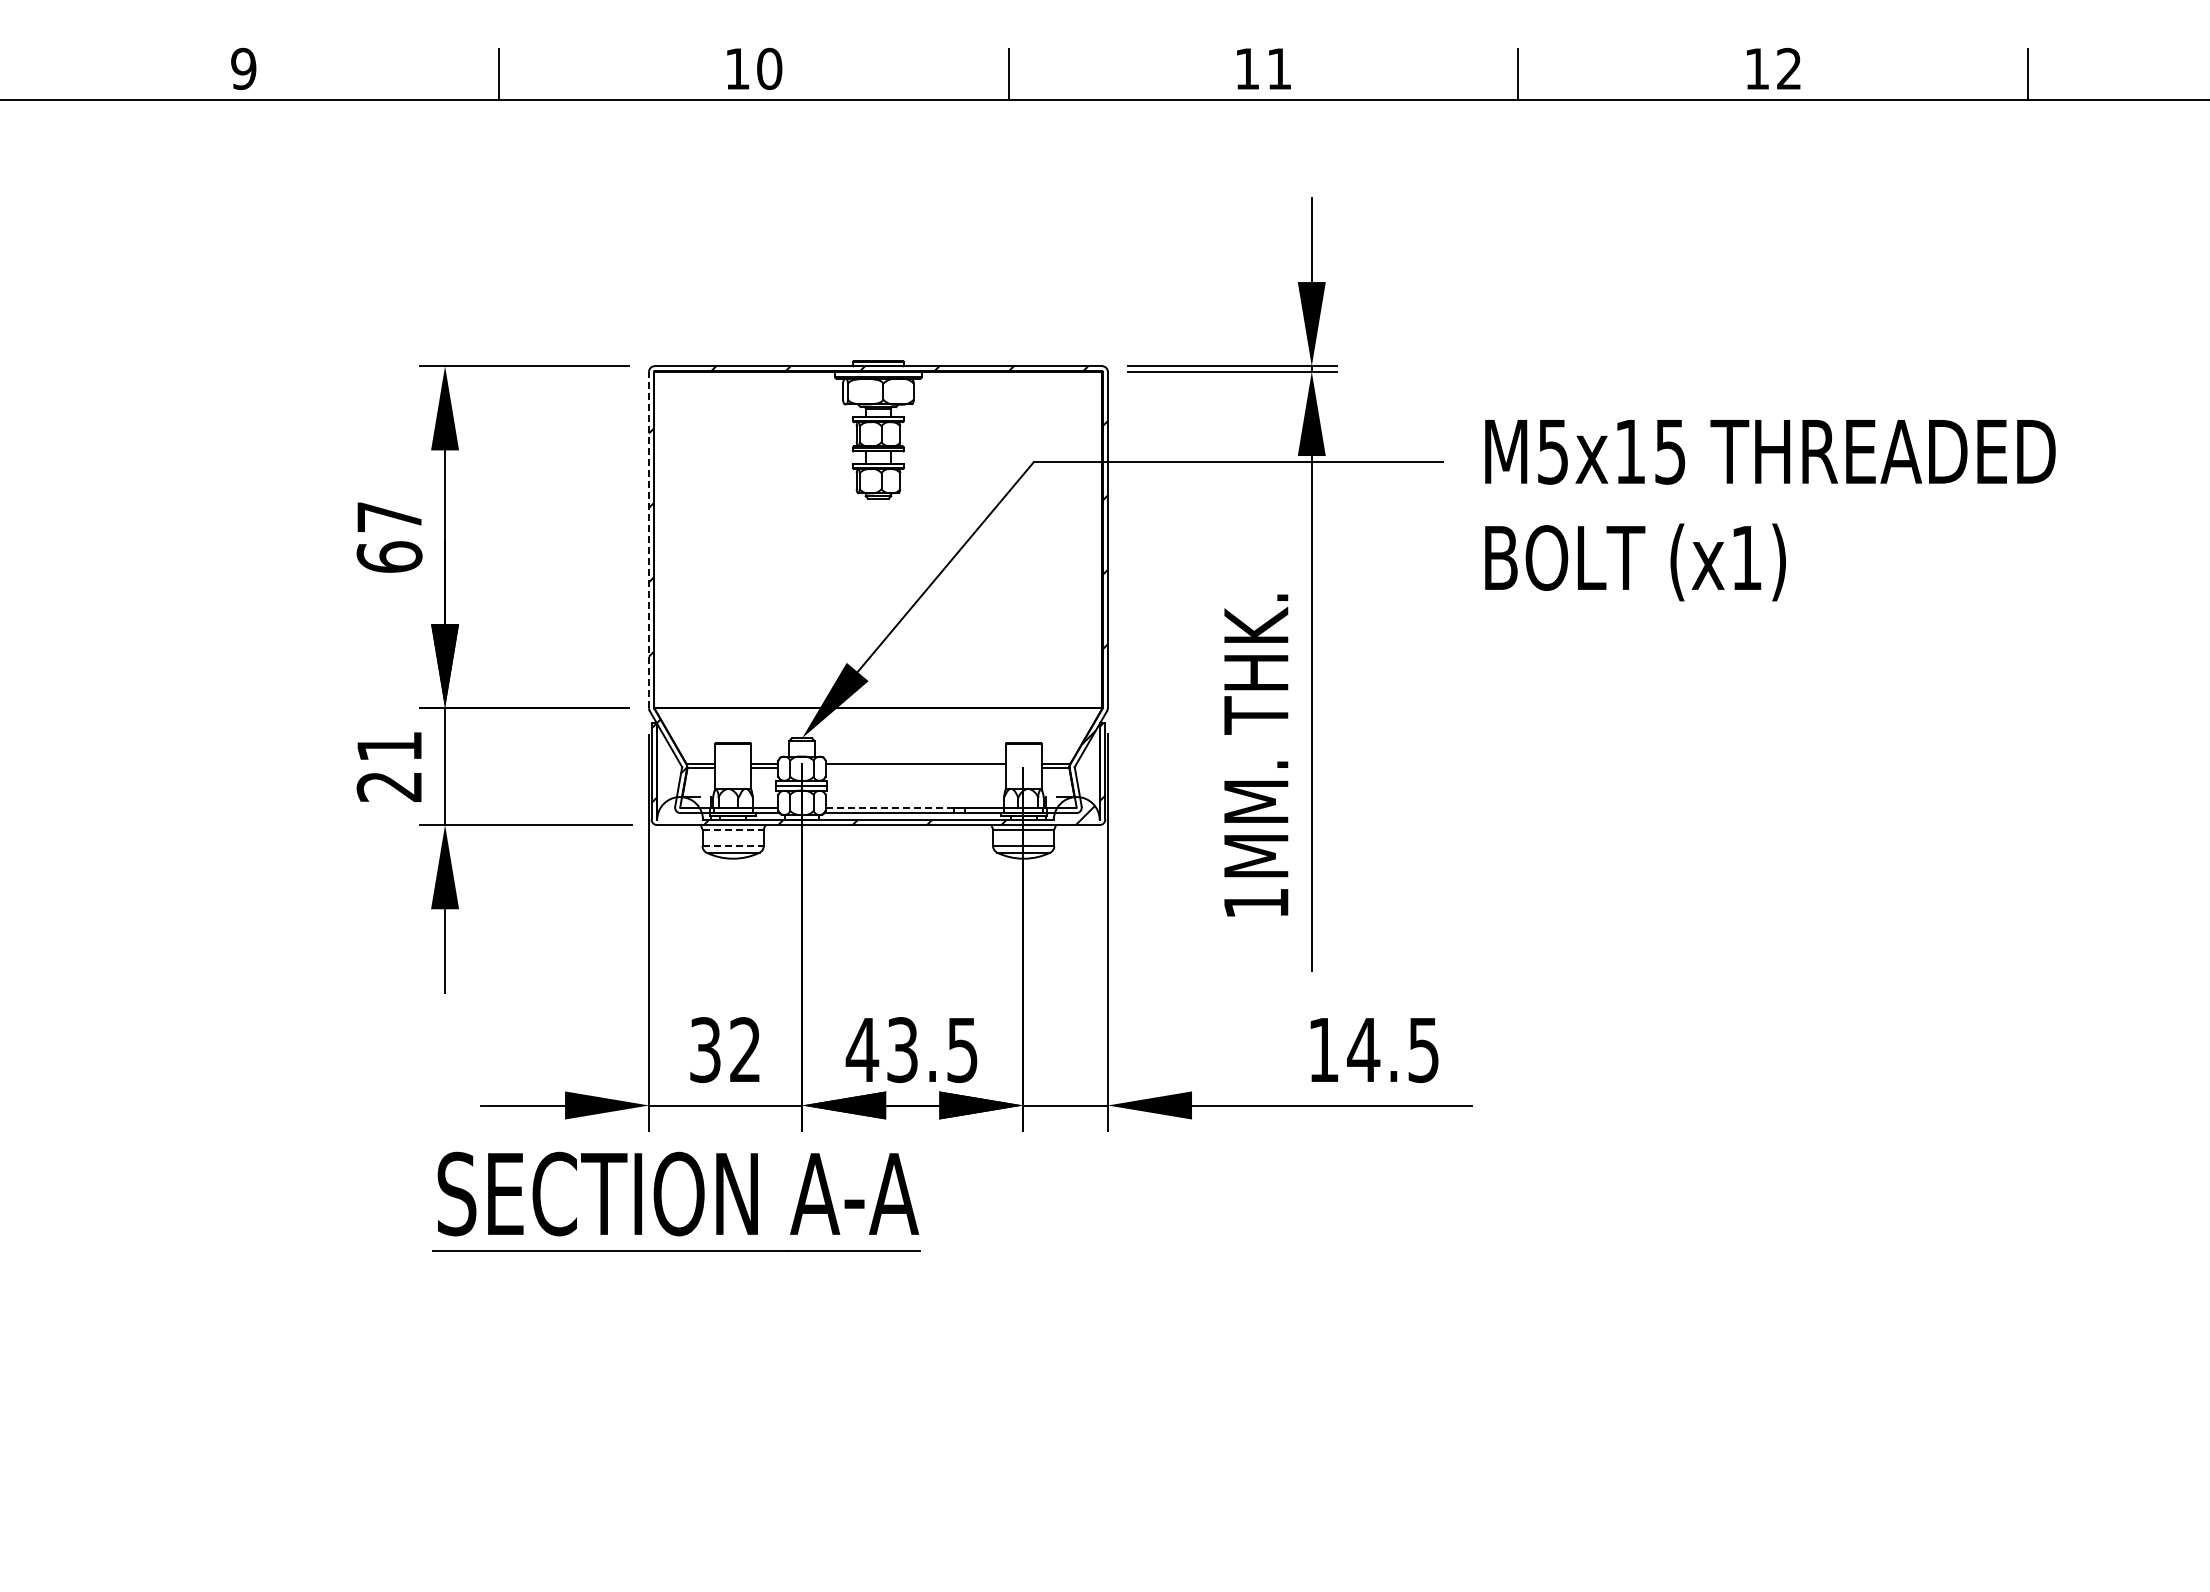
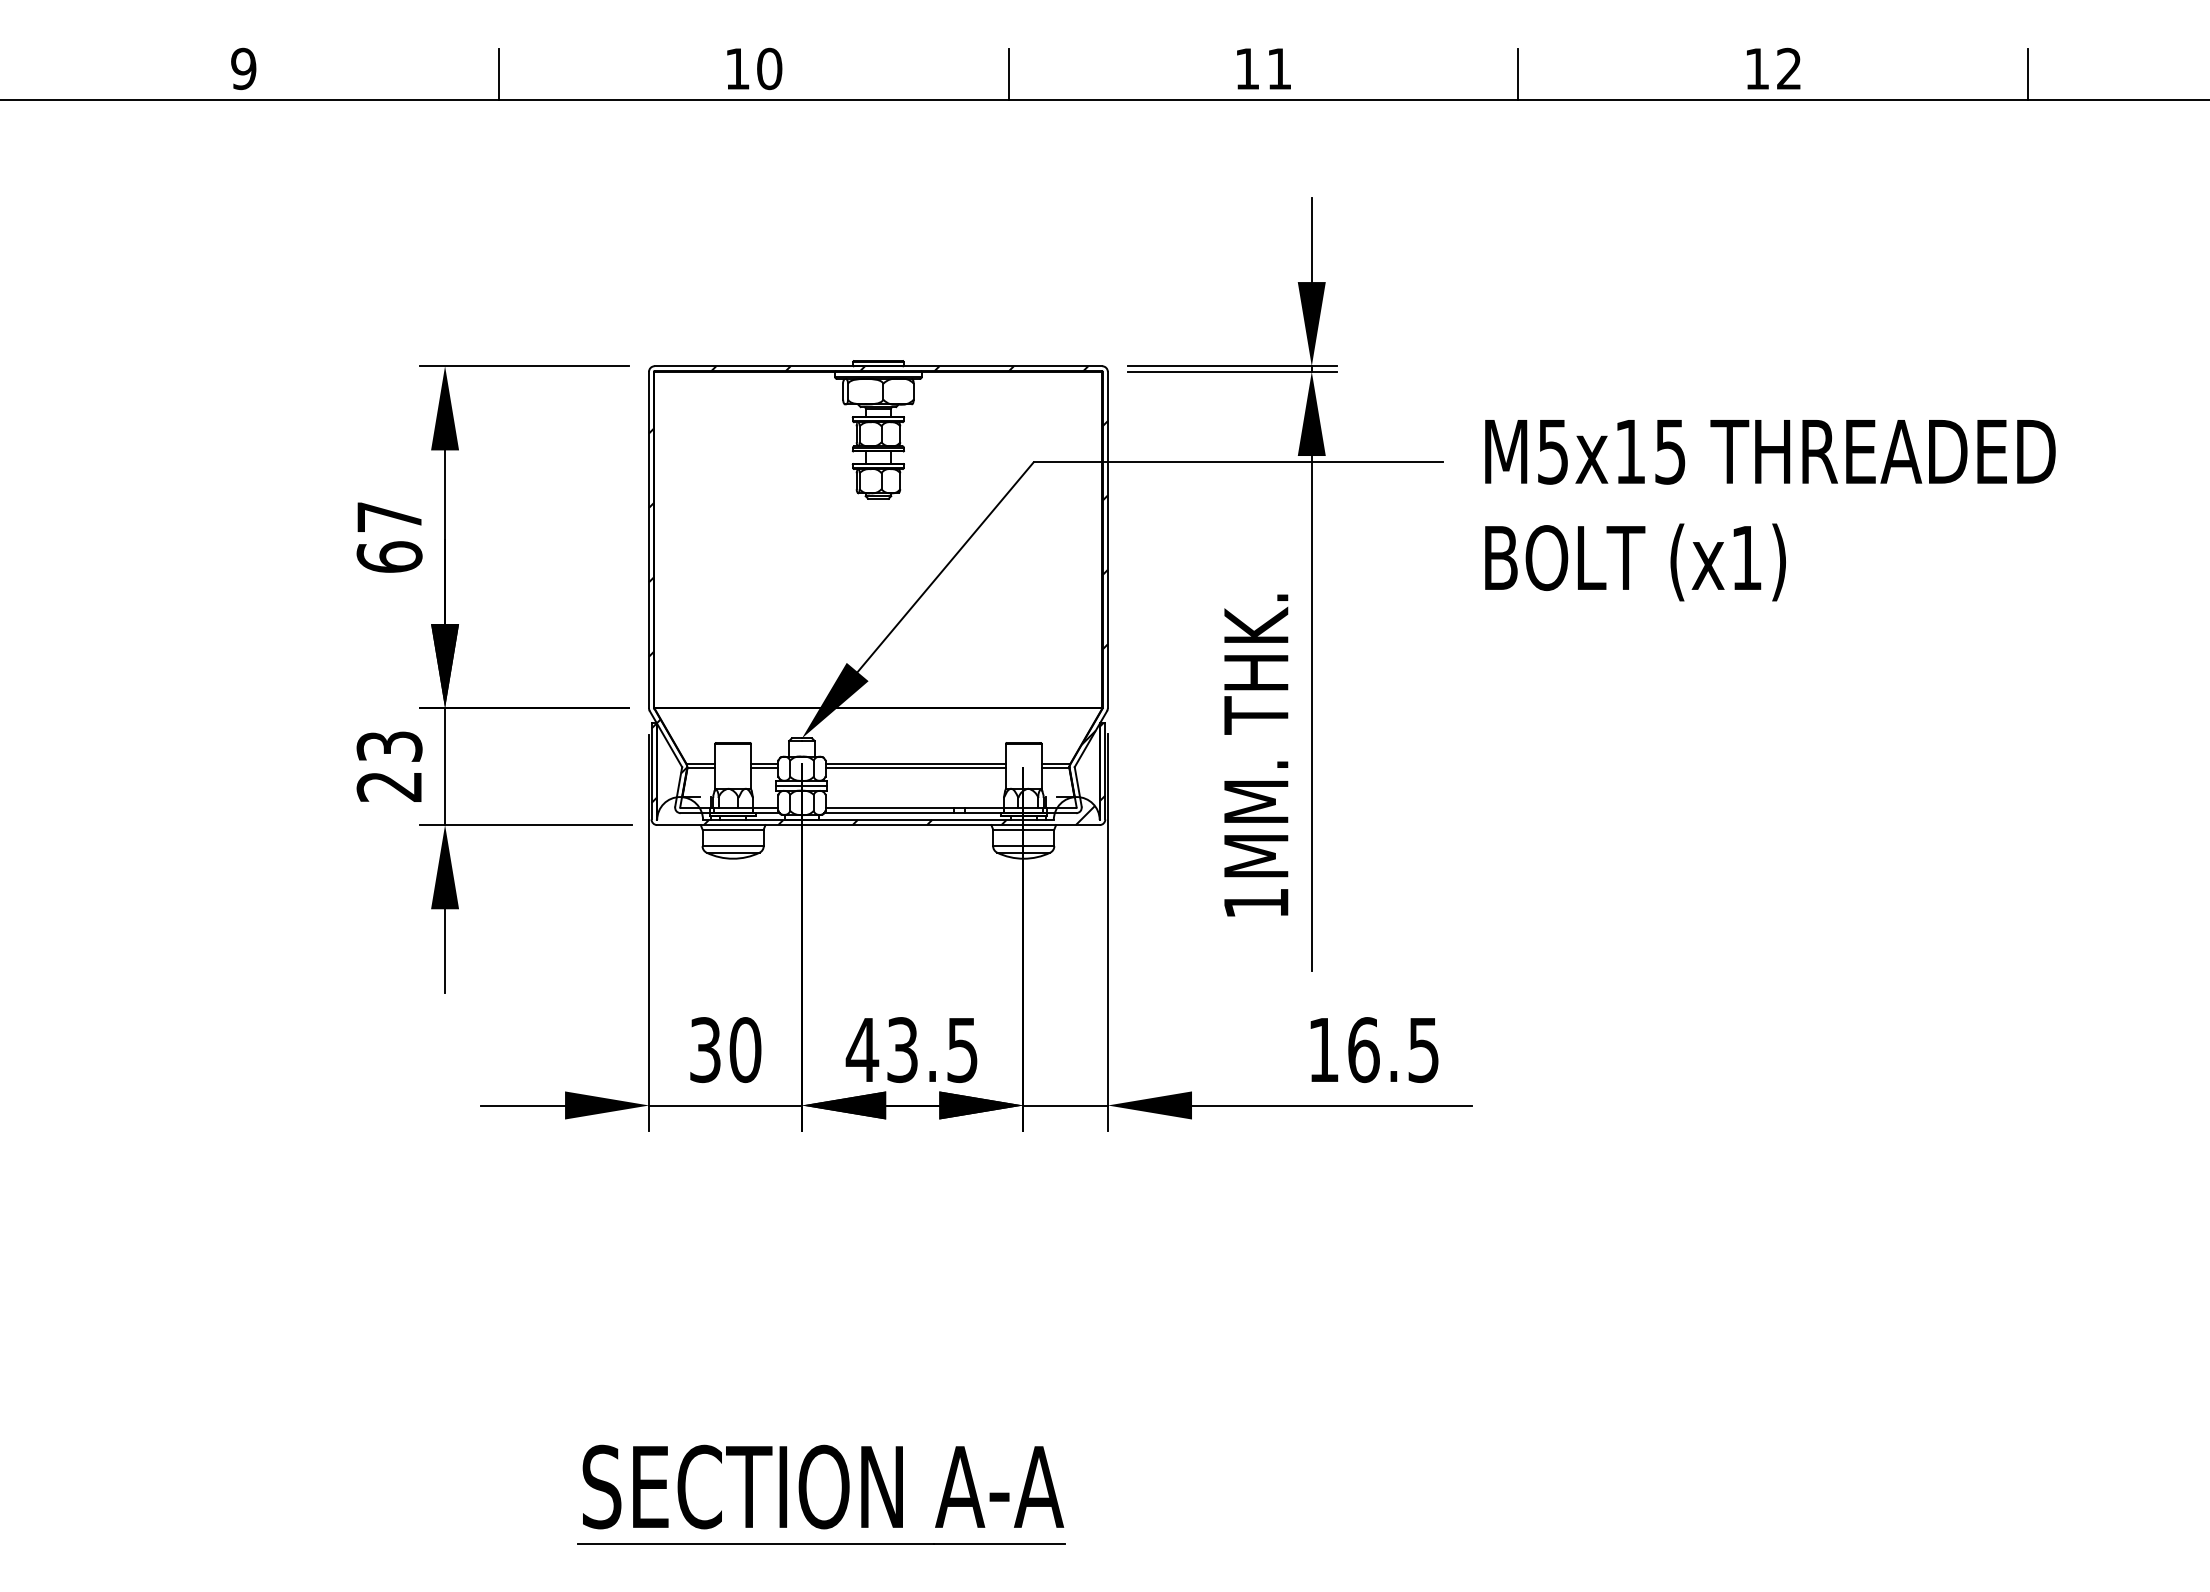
line at (649, 539): dashed -> solid
text at (389, 746): 21 -> 23
line at (915, 768): none -> present
line at (889, 808): dashed -> solid
line at (733, 830): dashed -> solid
line at (733, 846): dashed -> solid
text at (745, 1050): 32 -> 30
text at (1363, 1050): 14.5 -> 16.5
part at (676, 1201) position: (676, 1201) -> (821, 1494)
